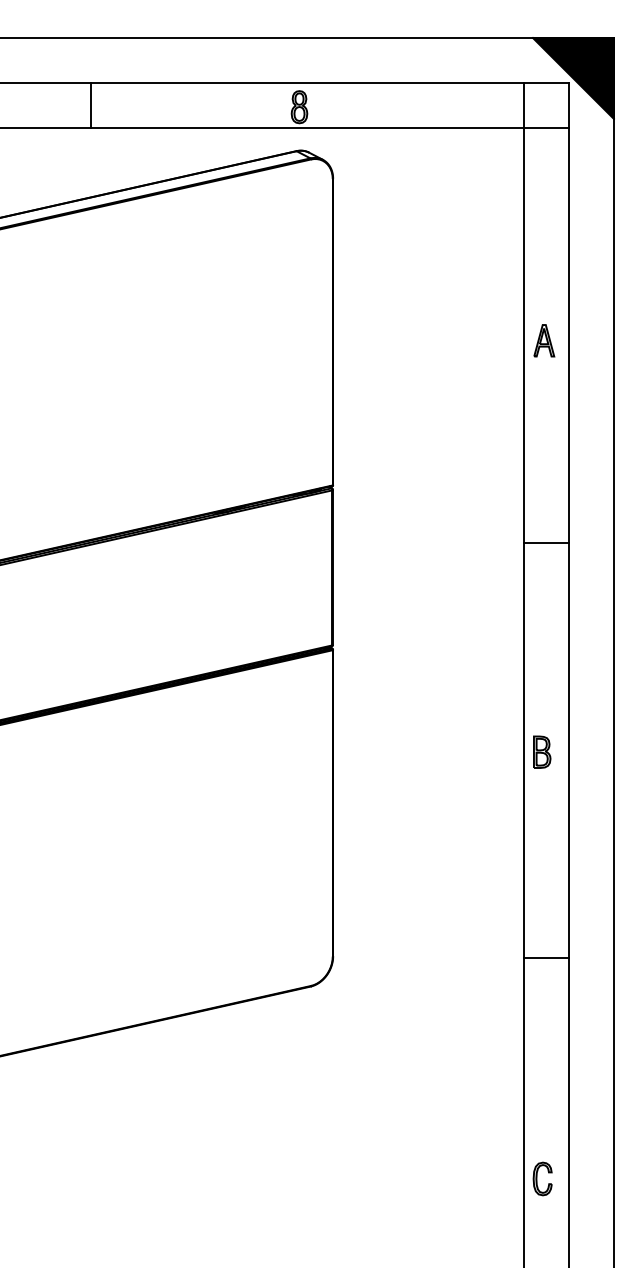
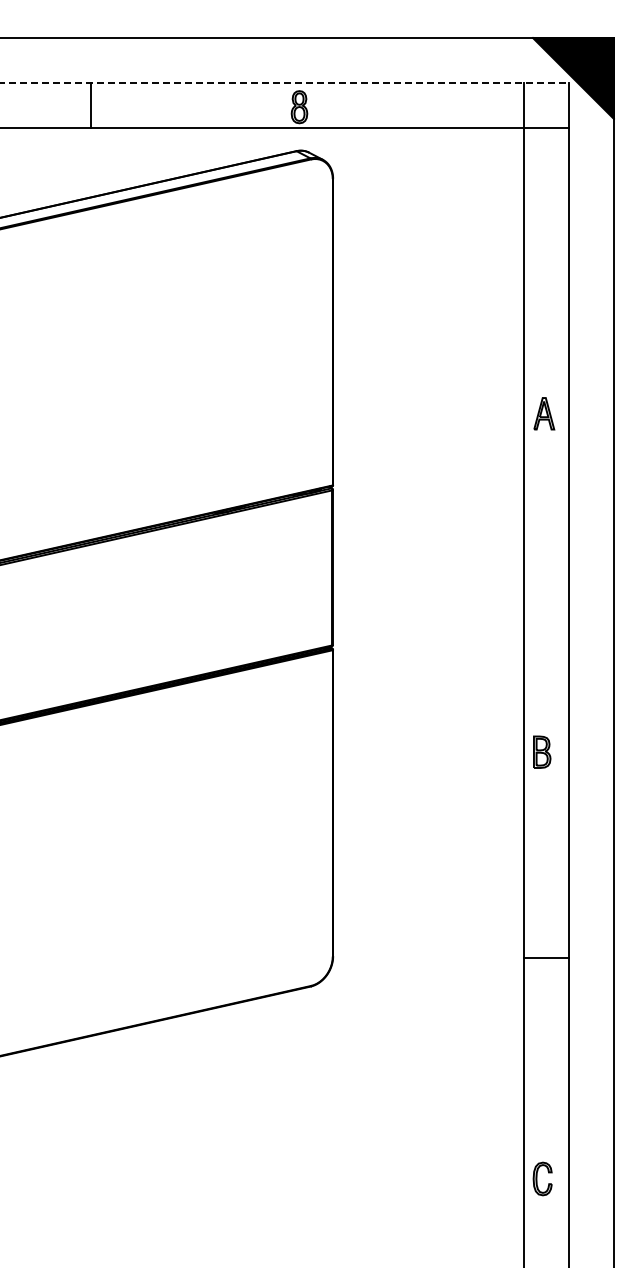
line at (285, 83): solid -> dashed
part at (544, 340) position: (544, 340) -> (544, 413)
line at (545, 543): present -> none
